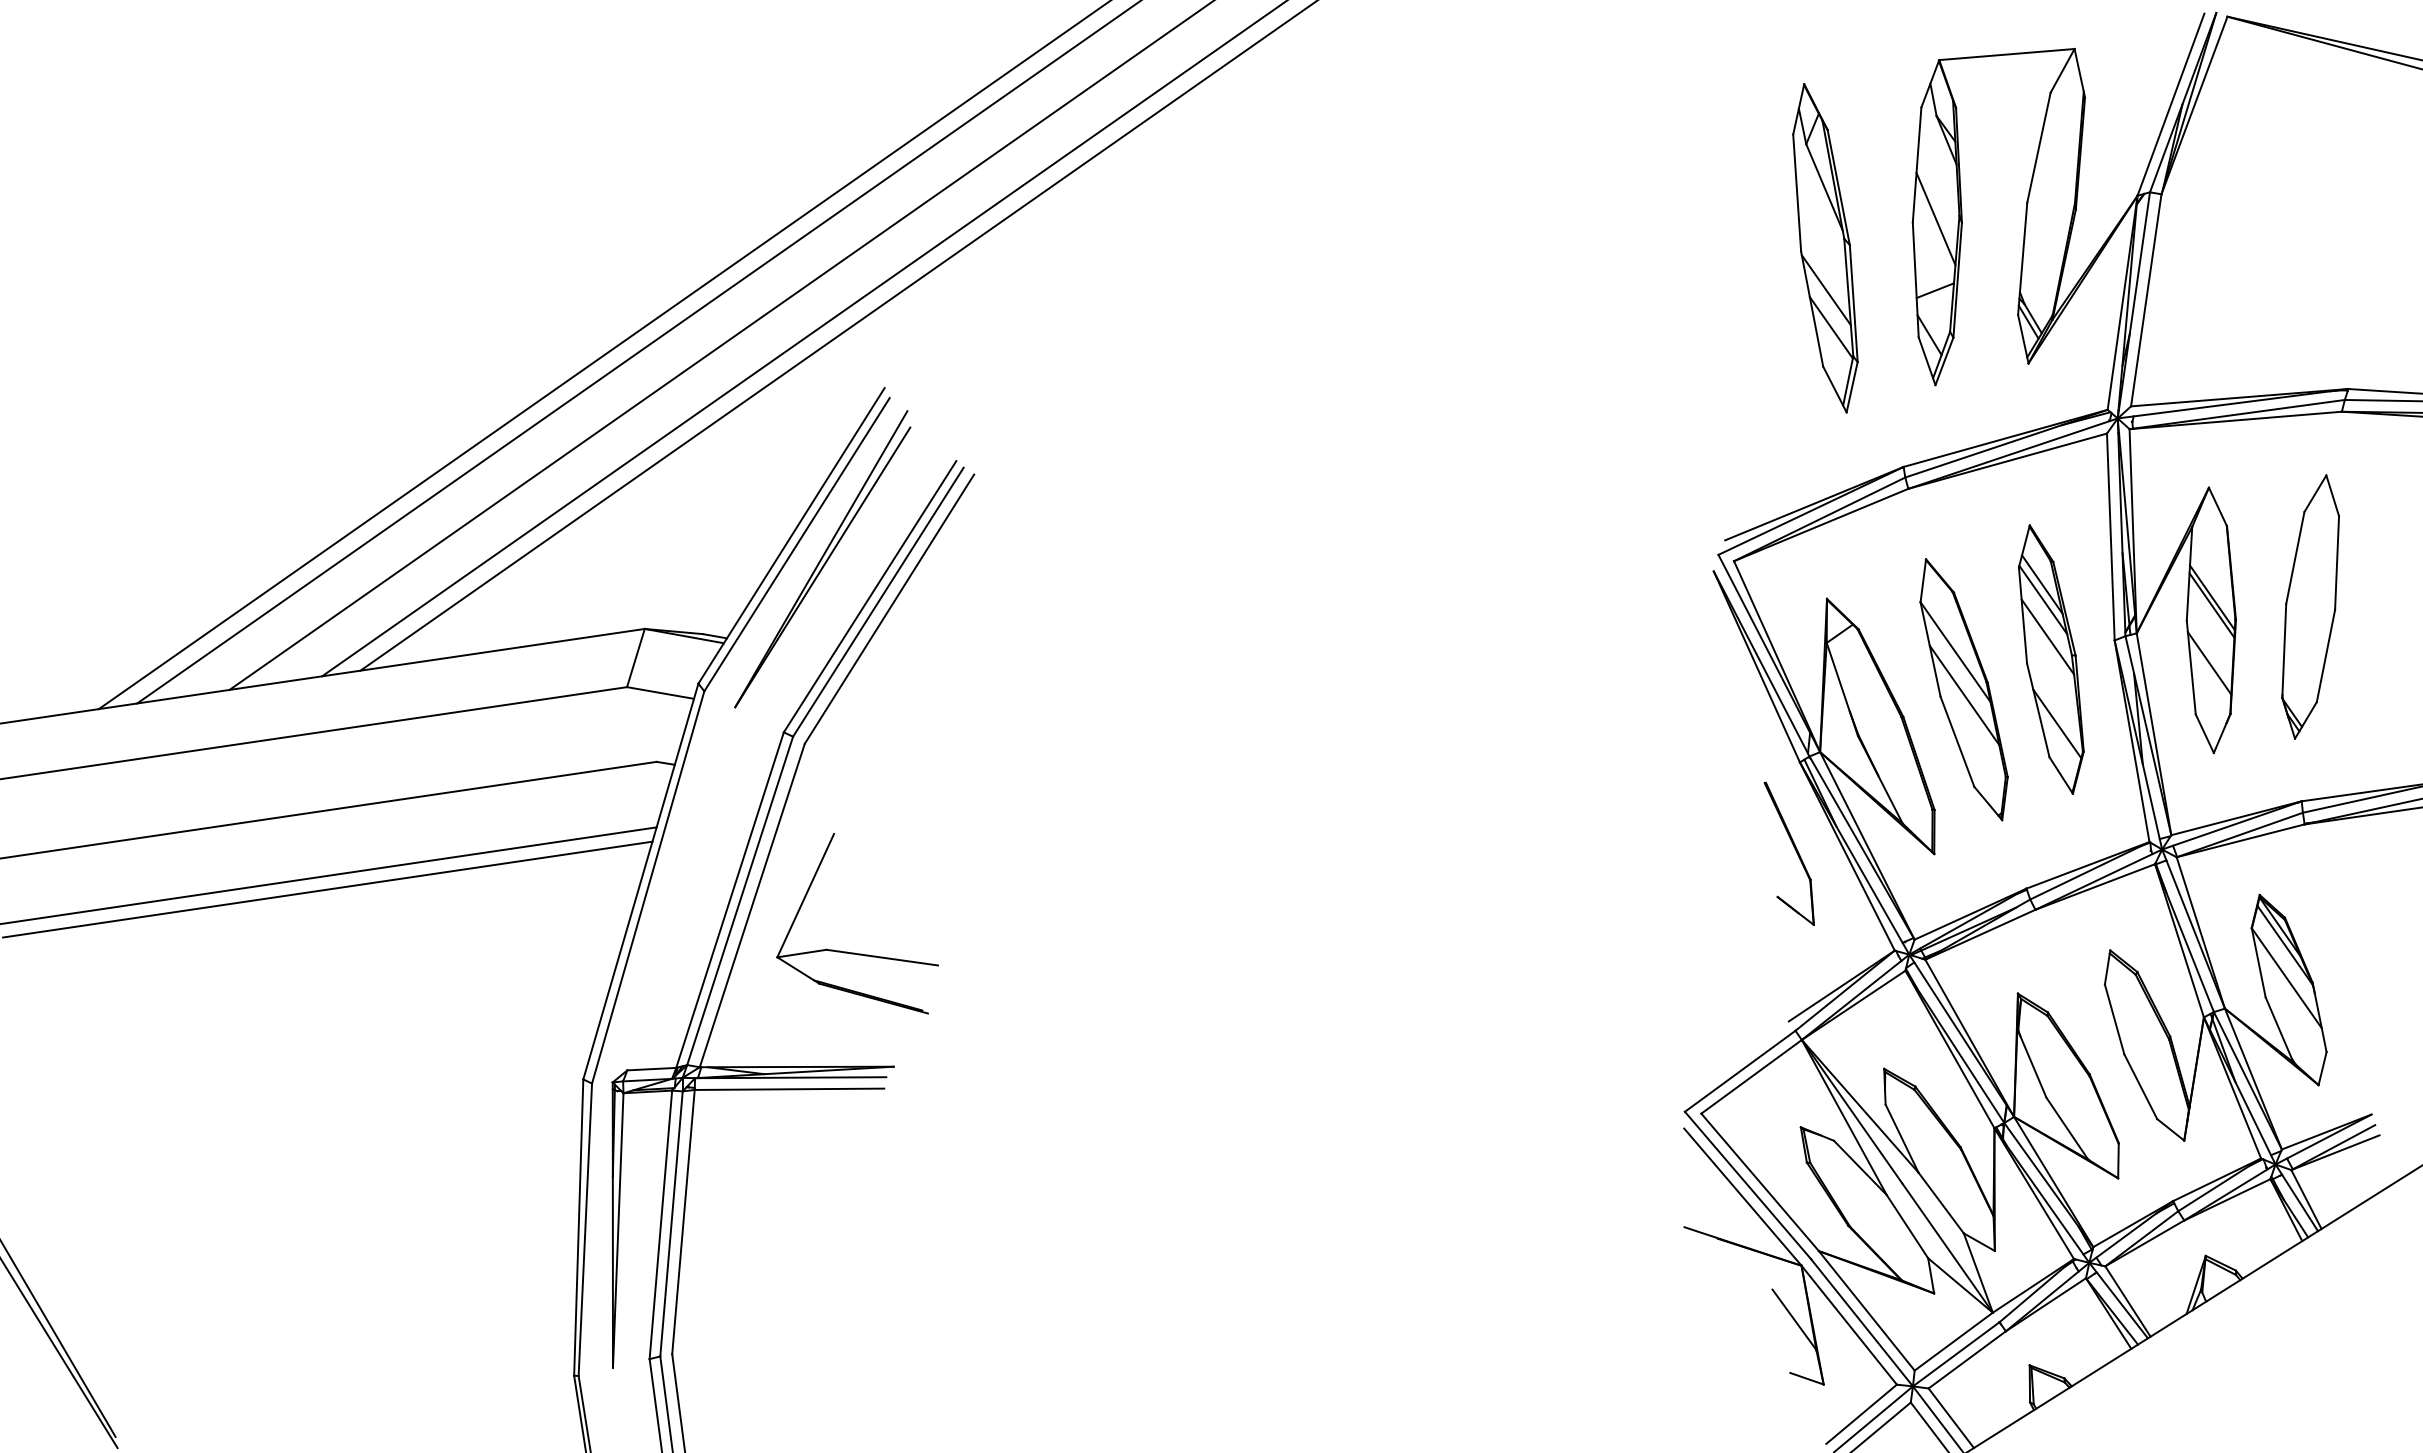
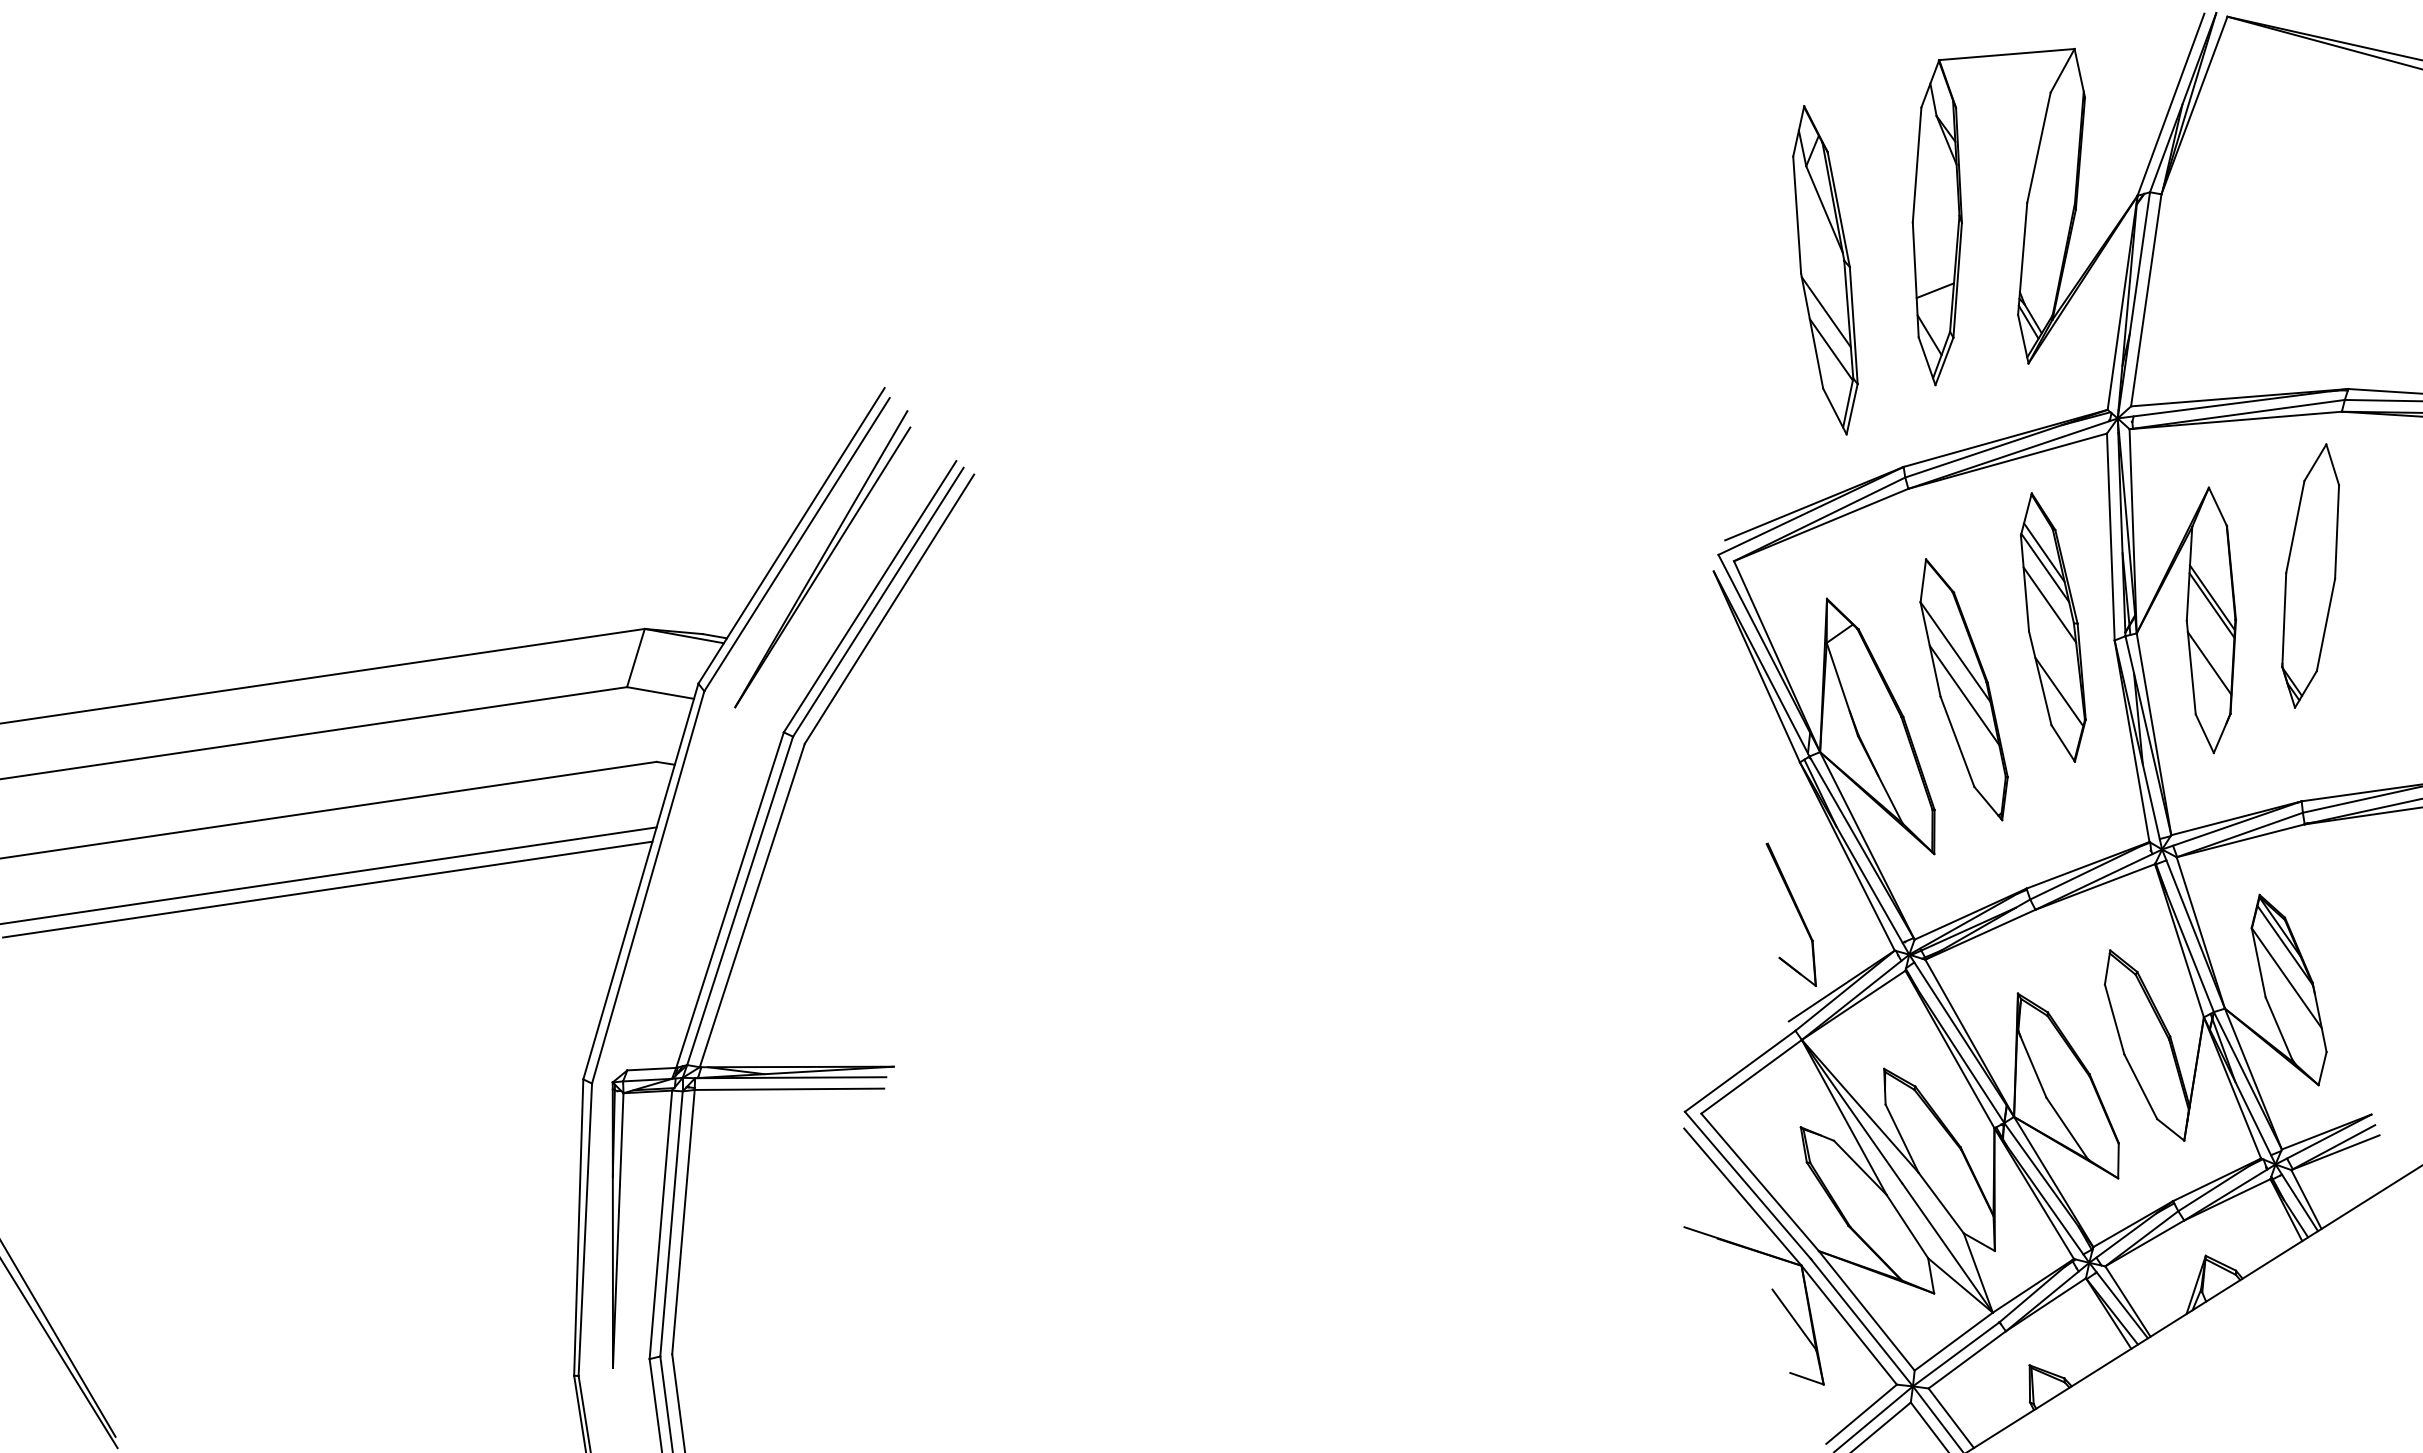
line at (1935, 218): present -> none
part at (1825, 248) position: (1825, 248) -> (1825, 270)
line at (837, 336): present -> none
line at (803, 339): present -> none
line at (720, 345): present -> none
line at (637, 352): present -> none
line at (603, 355): present -> none
part at (2310, 606) position: (2310, 606) -> (2310, 575)
part at (2051, 659) position: (2051, 659) -> (2053, 627)
part at (1794, 849) position: (1794, 849) -> (1796, 910)
part at (854, 952): present -> none
